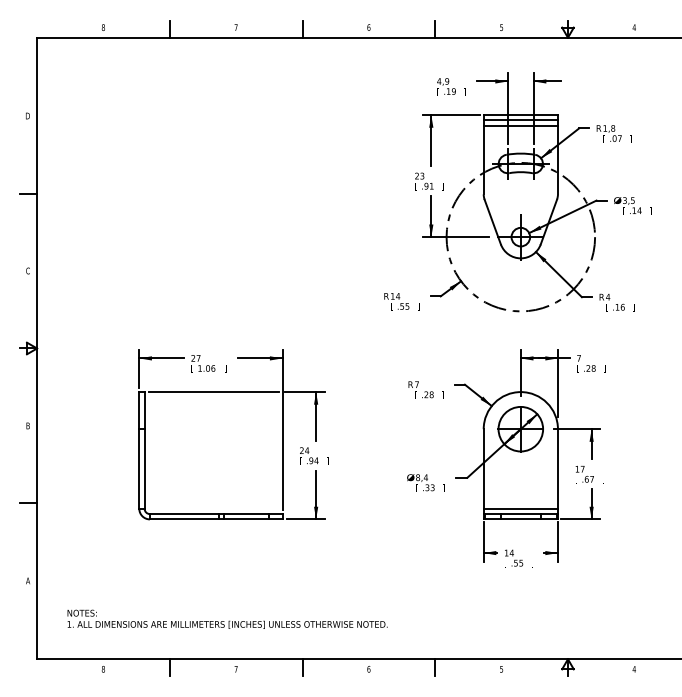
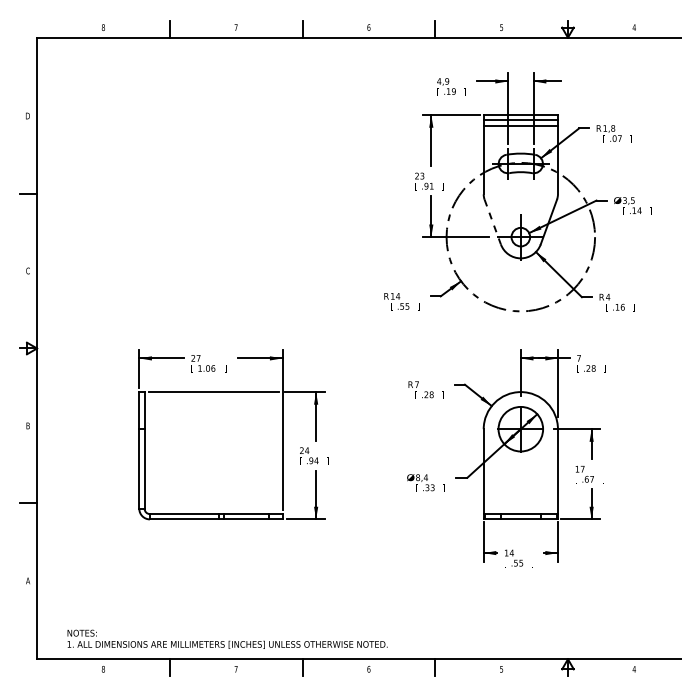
line at (492, 222): solid -> dashed
line at (520, 508): present -> none
text at (227, 618) position: (227, 618) -> (227, 638)
